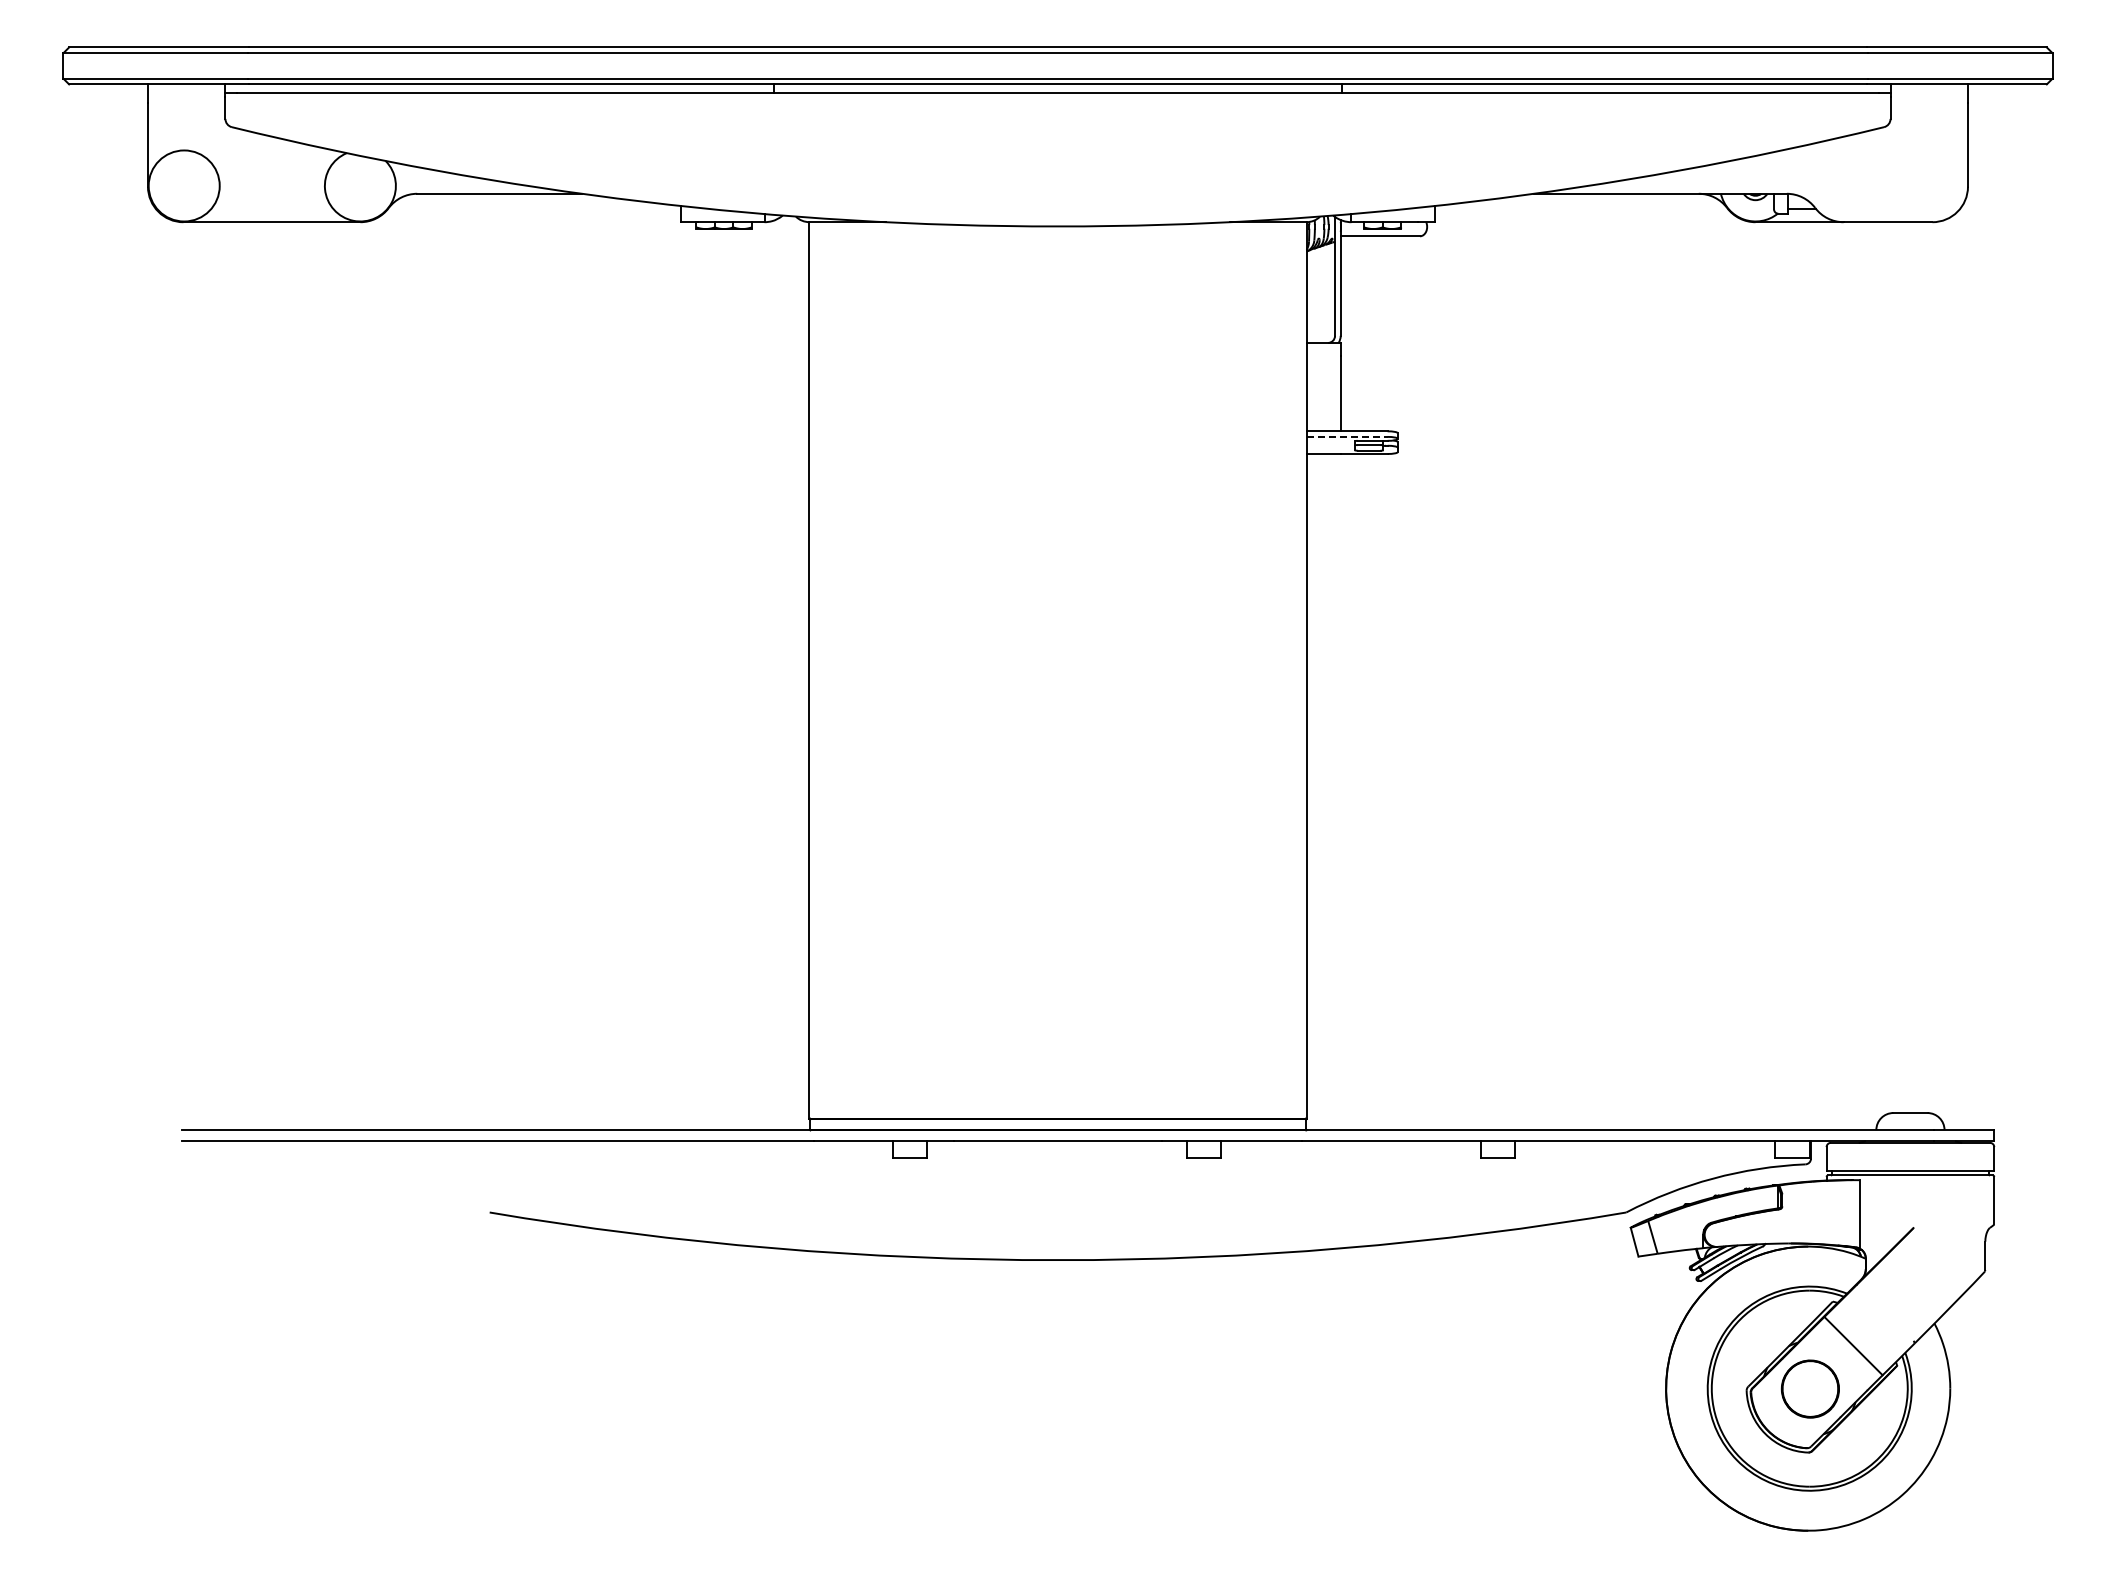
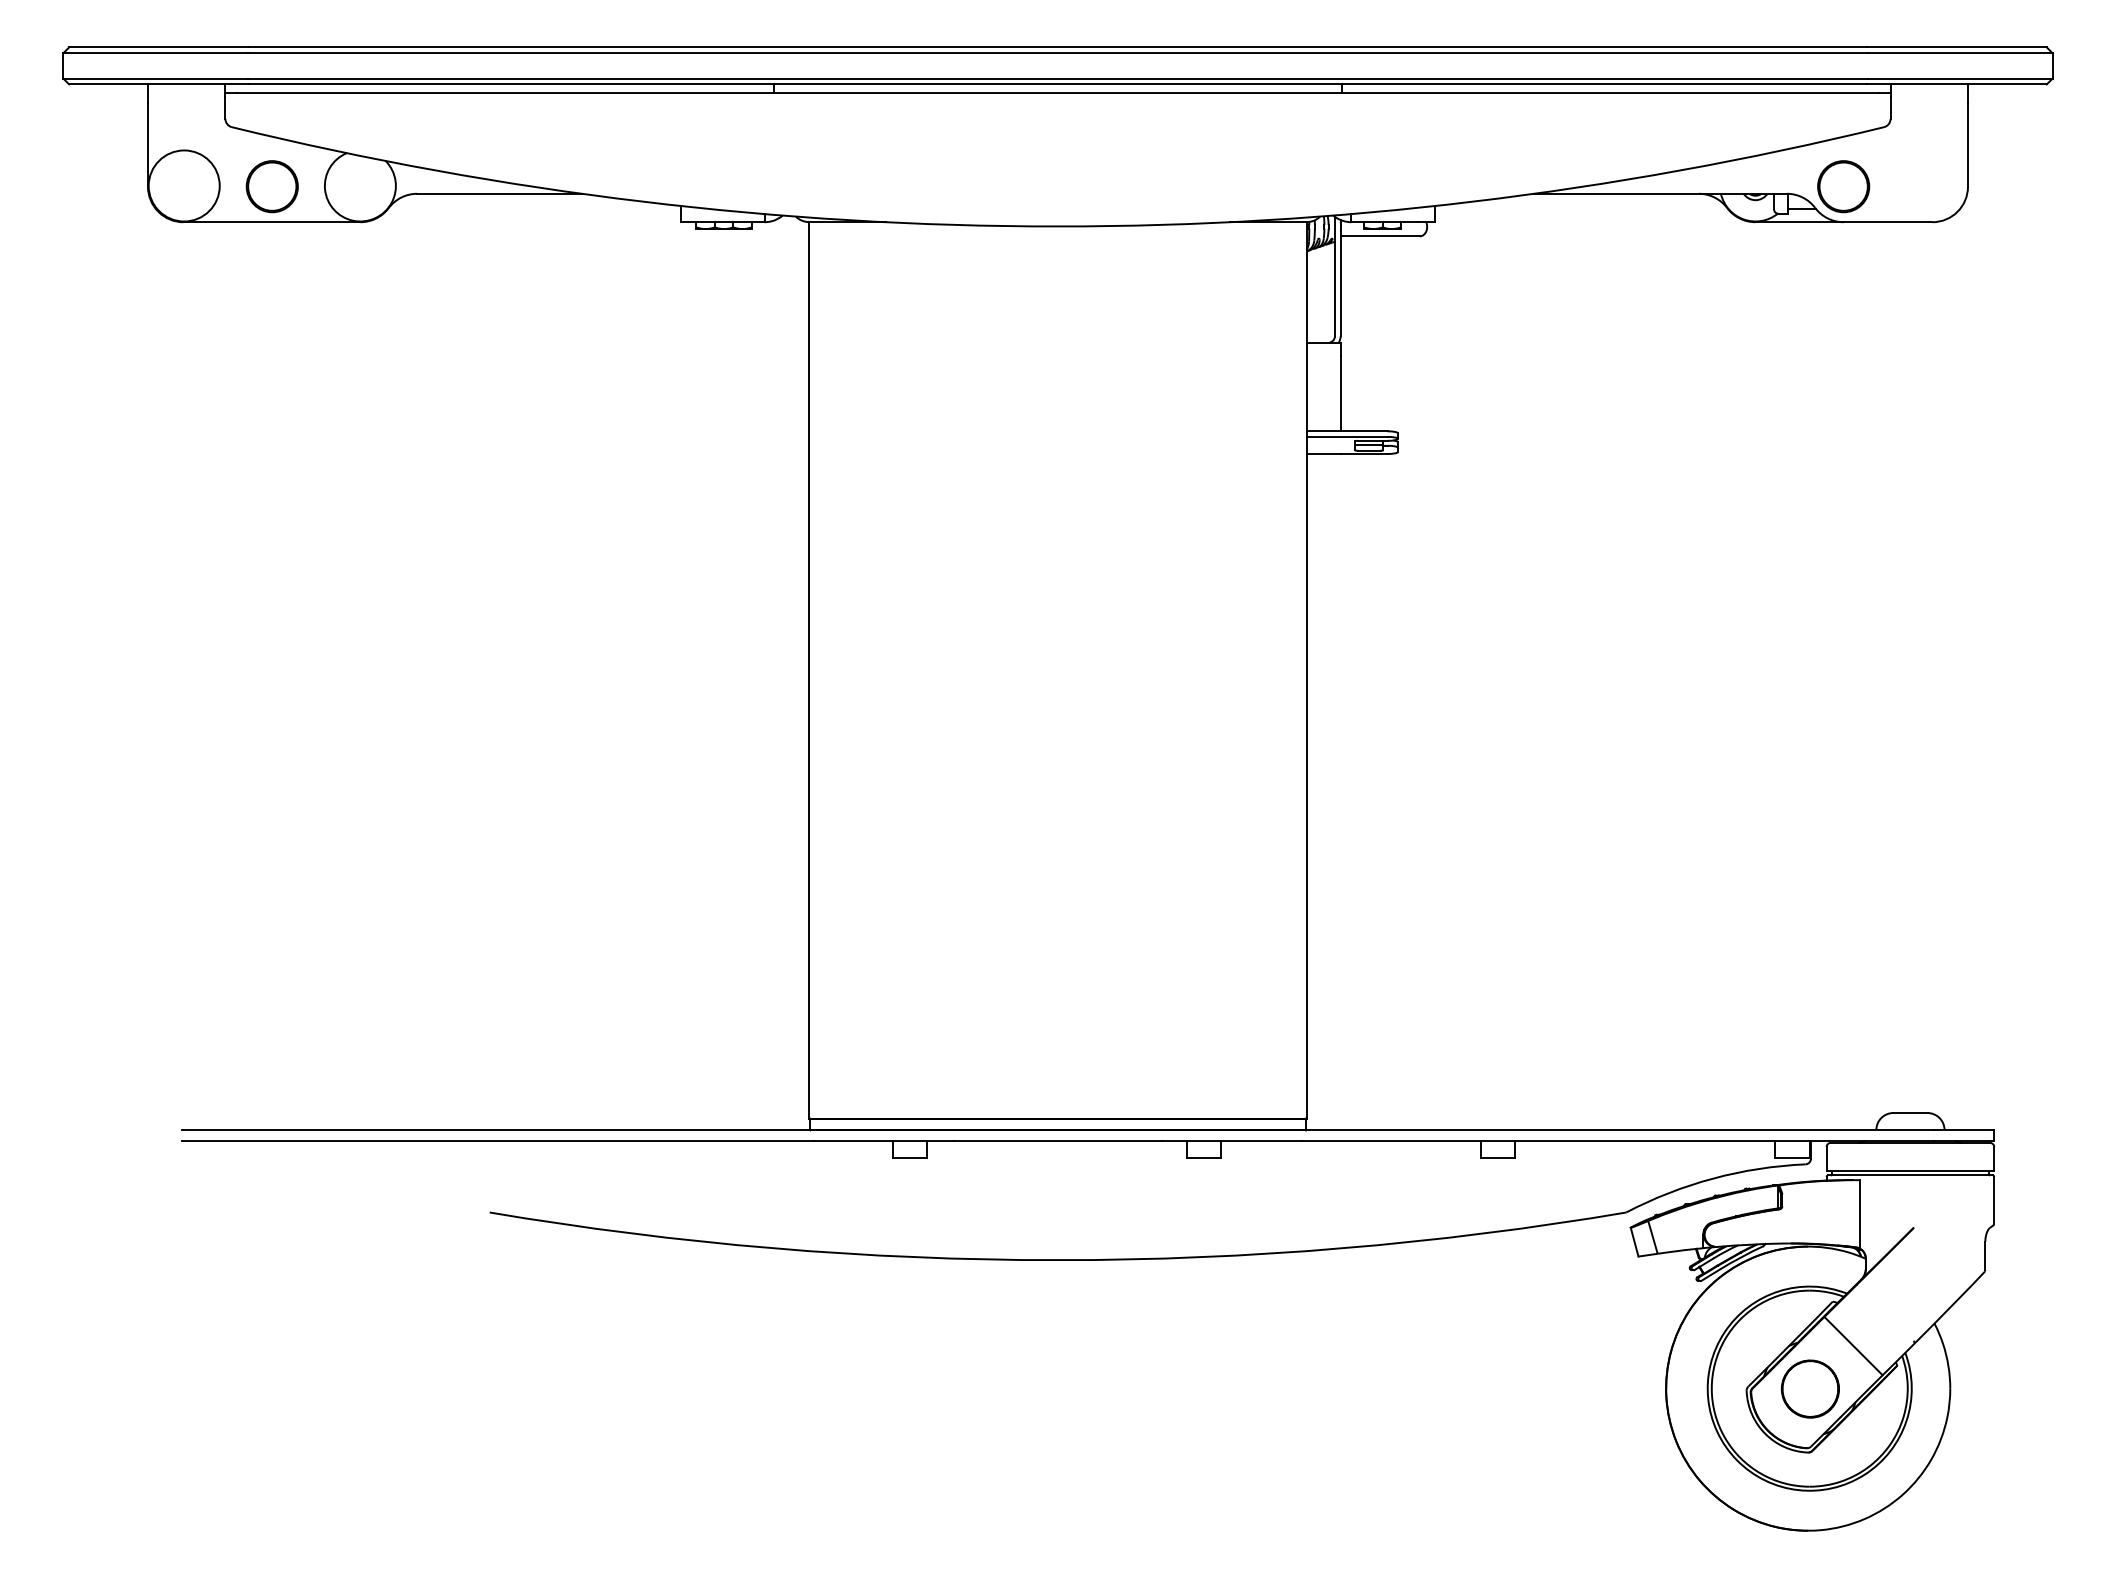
part at (271, 186): none -> present
part at (1843, 186): none -> present
line at (1347, 436): dashed -> solid
